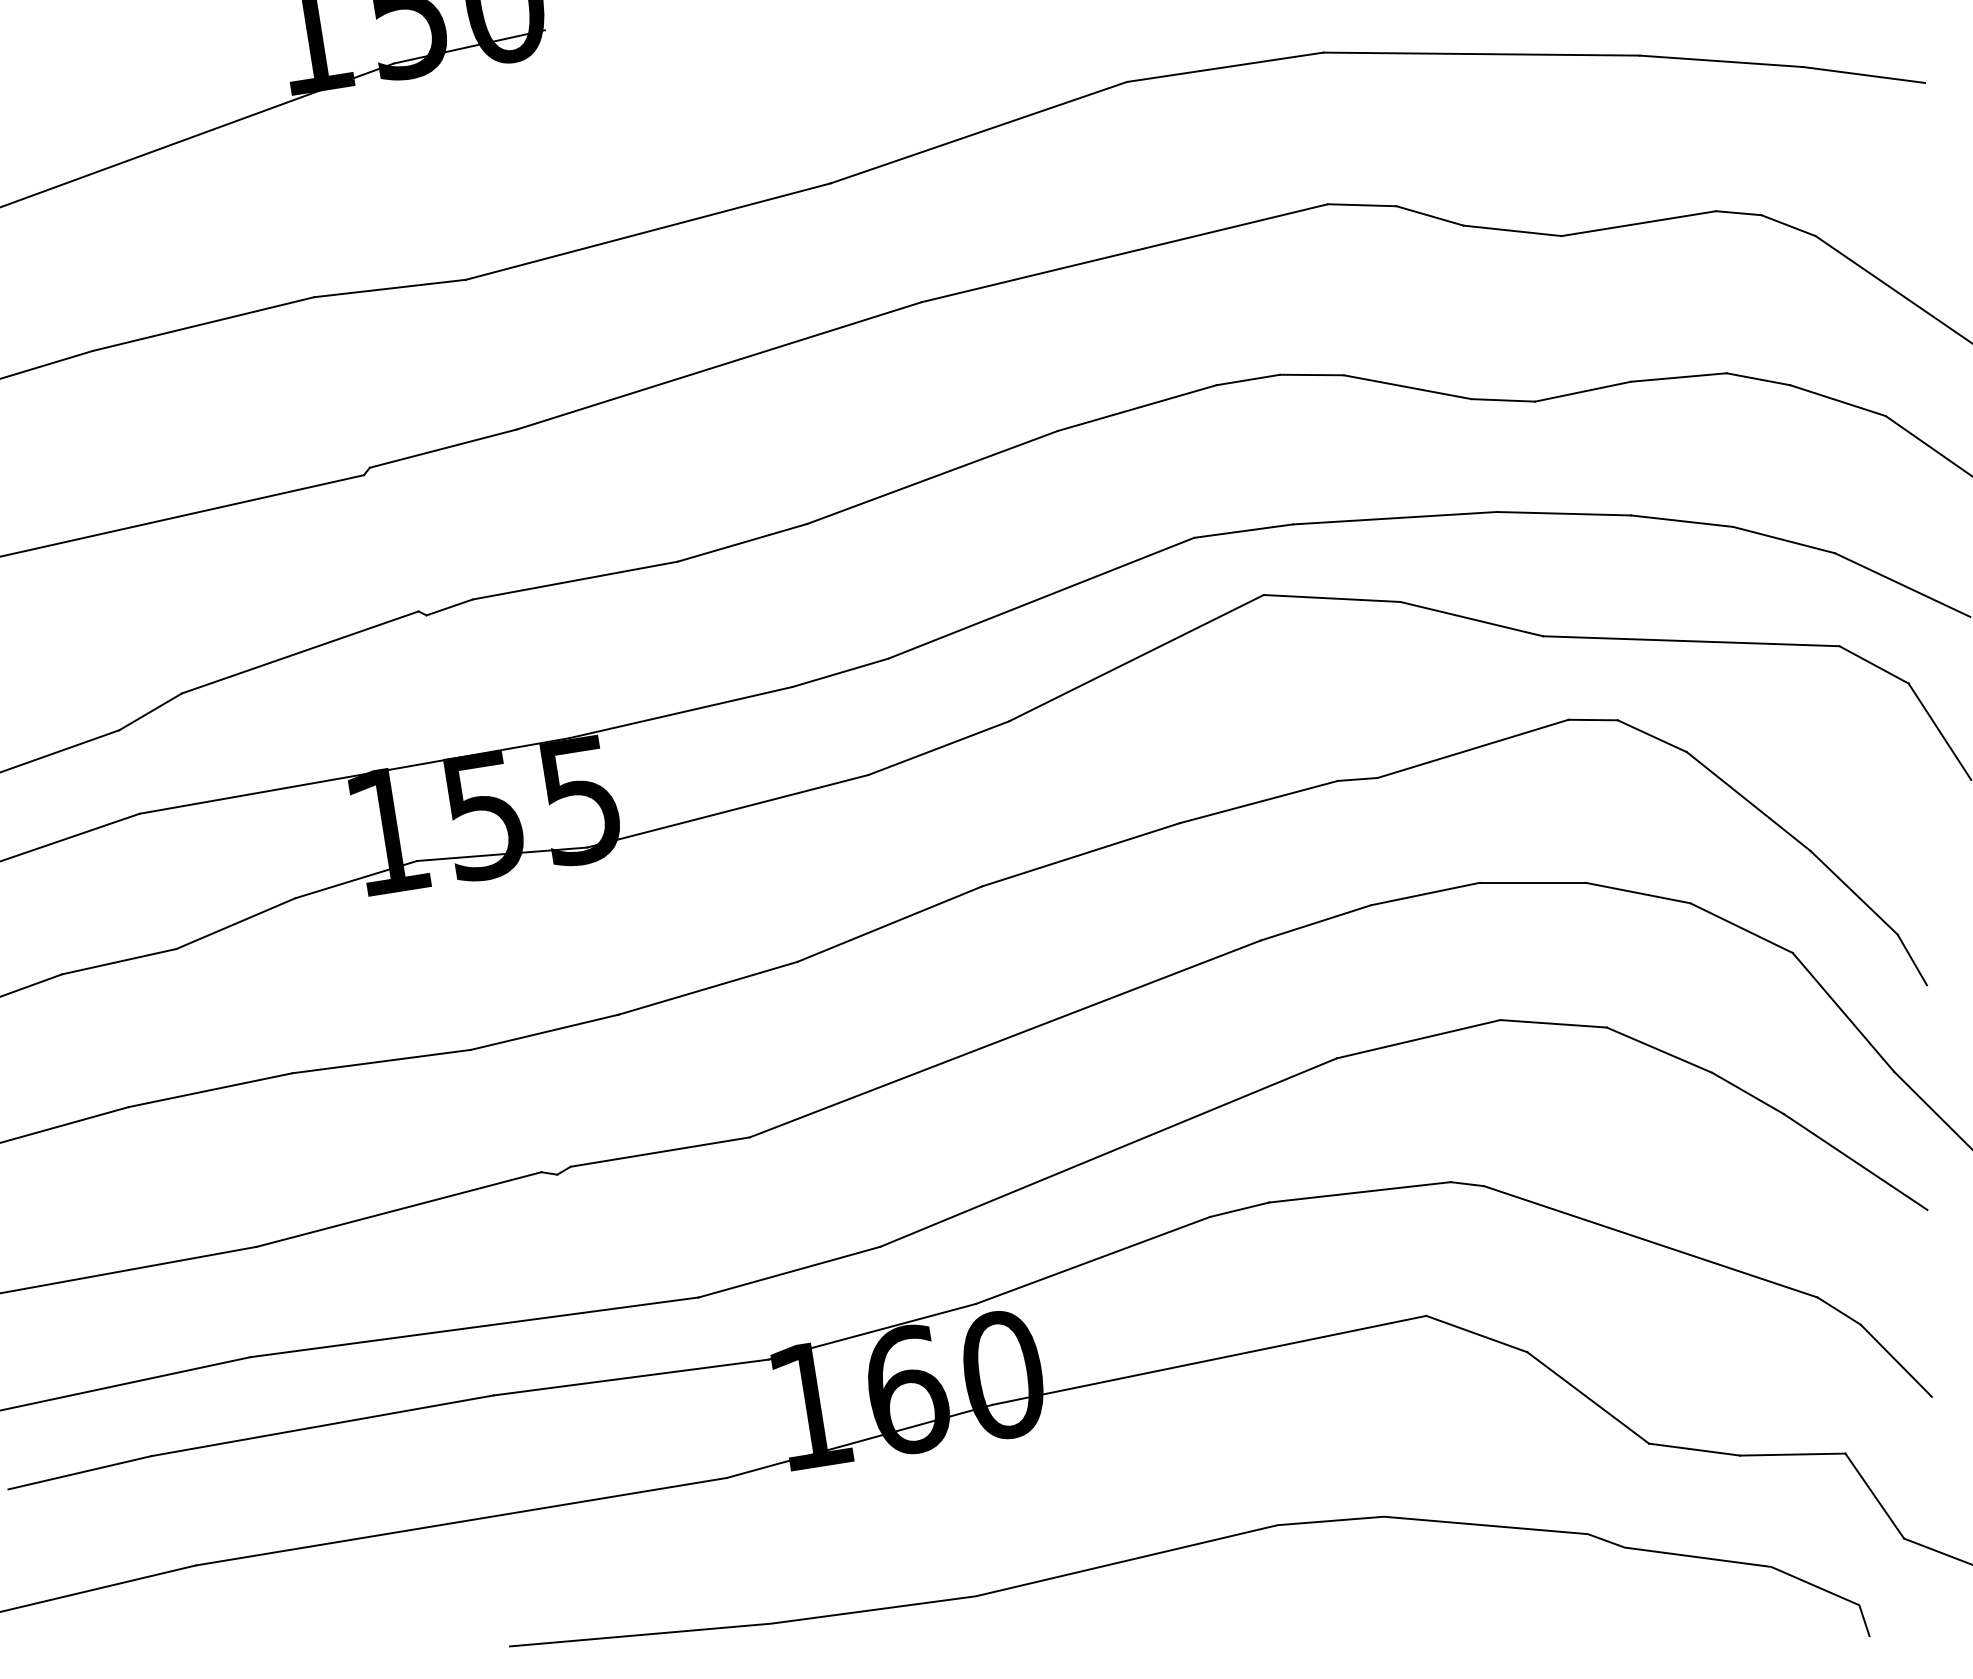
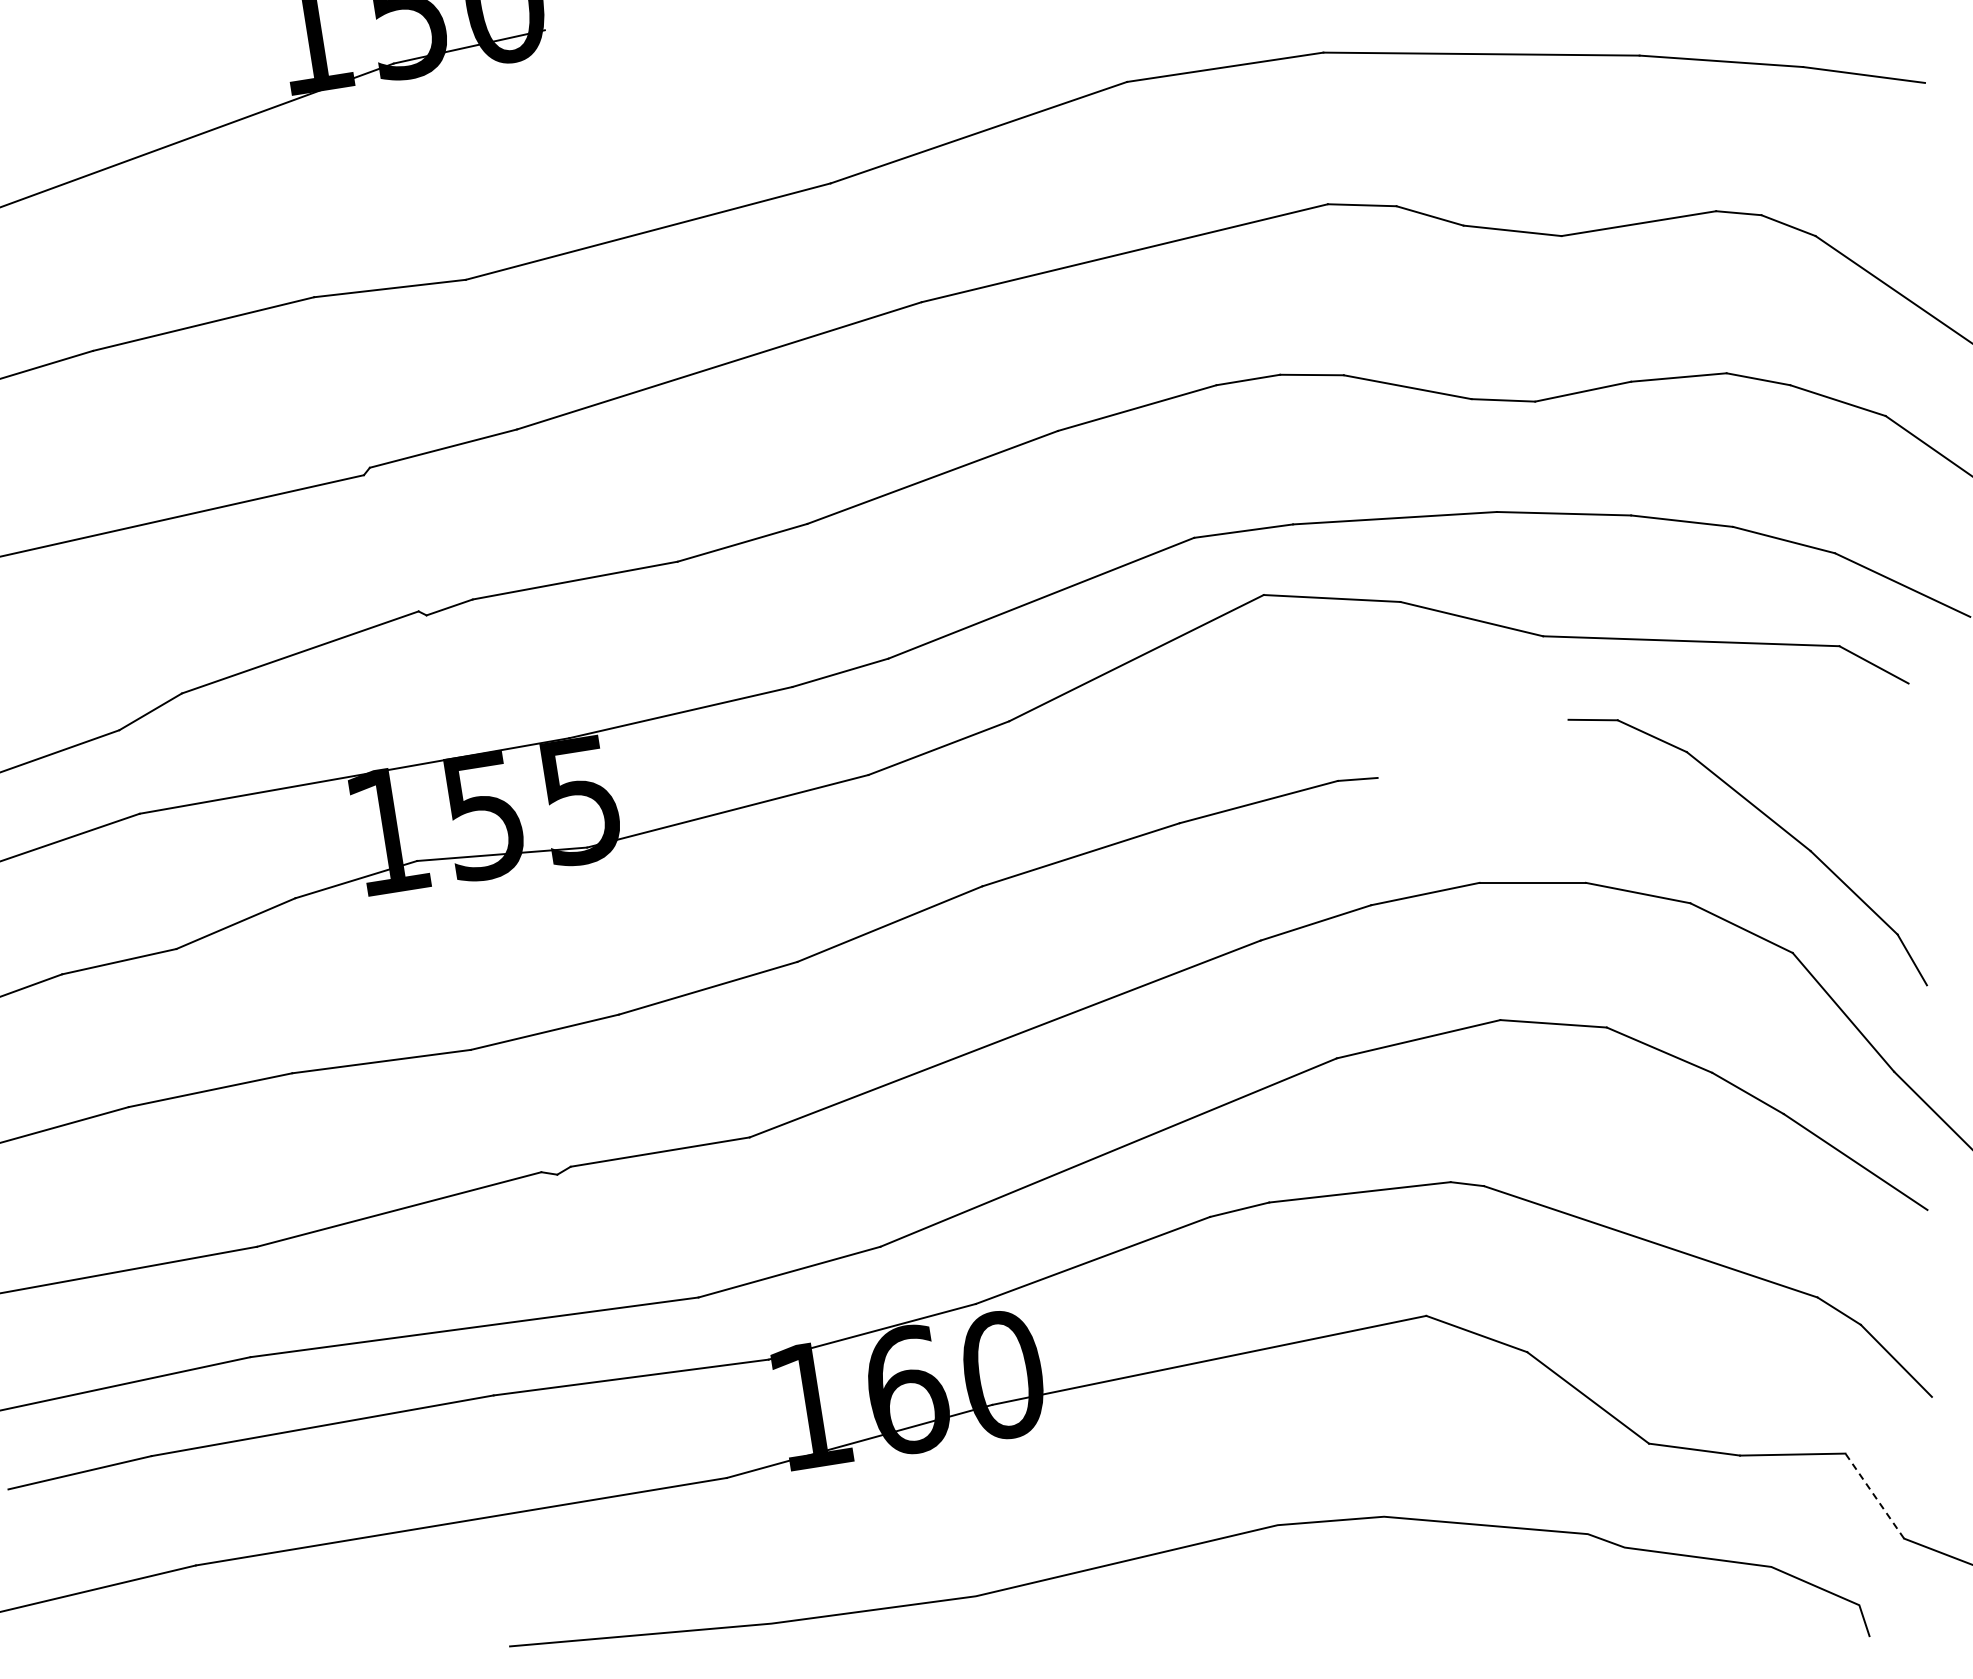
line at (1938, 730): present -> none
line at (1472, 748): present -> none
line at (1874, 1496): solid -> dashed
